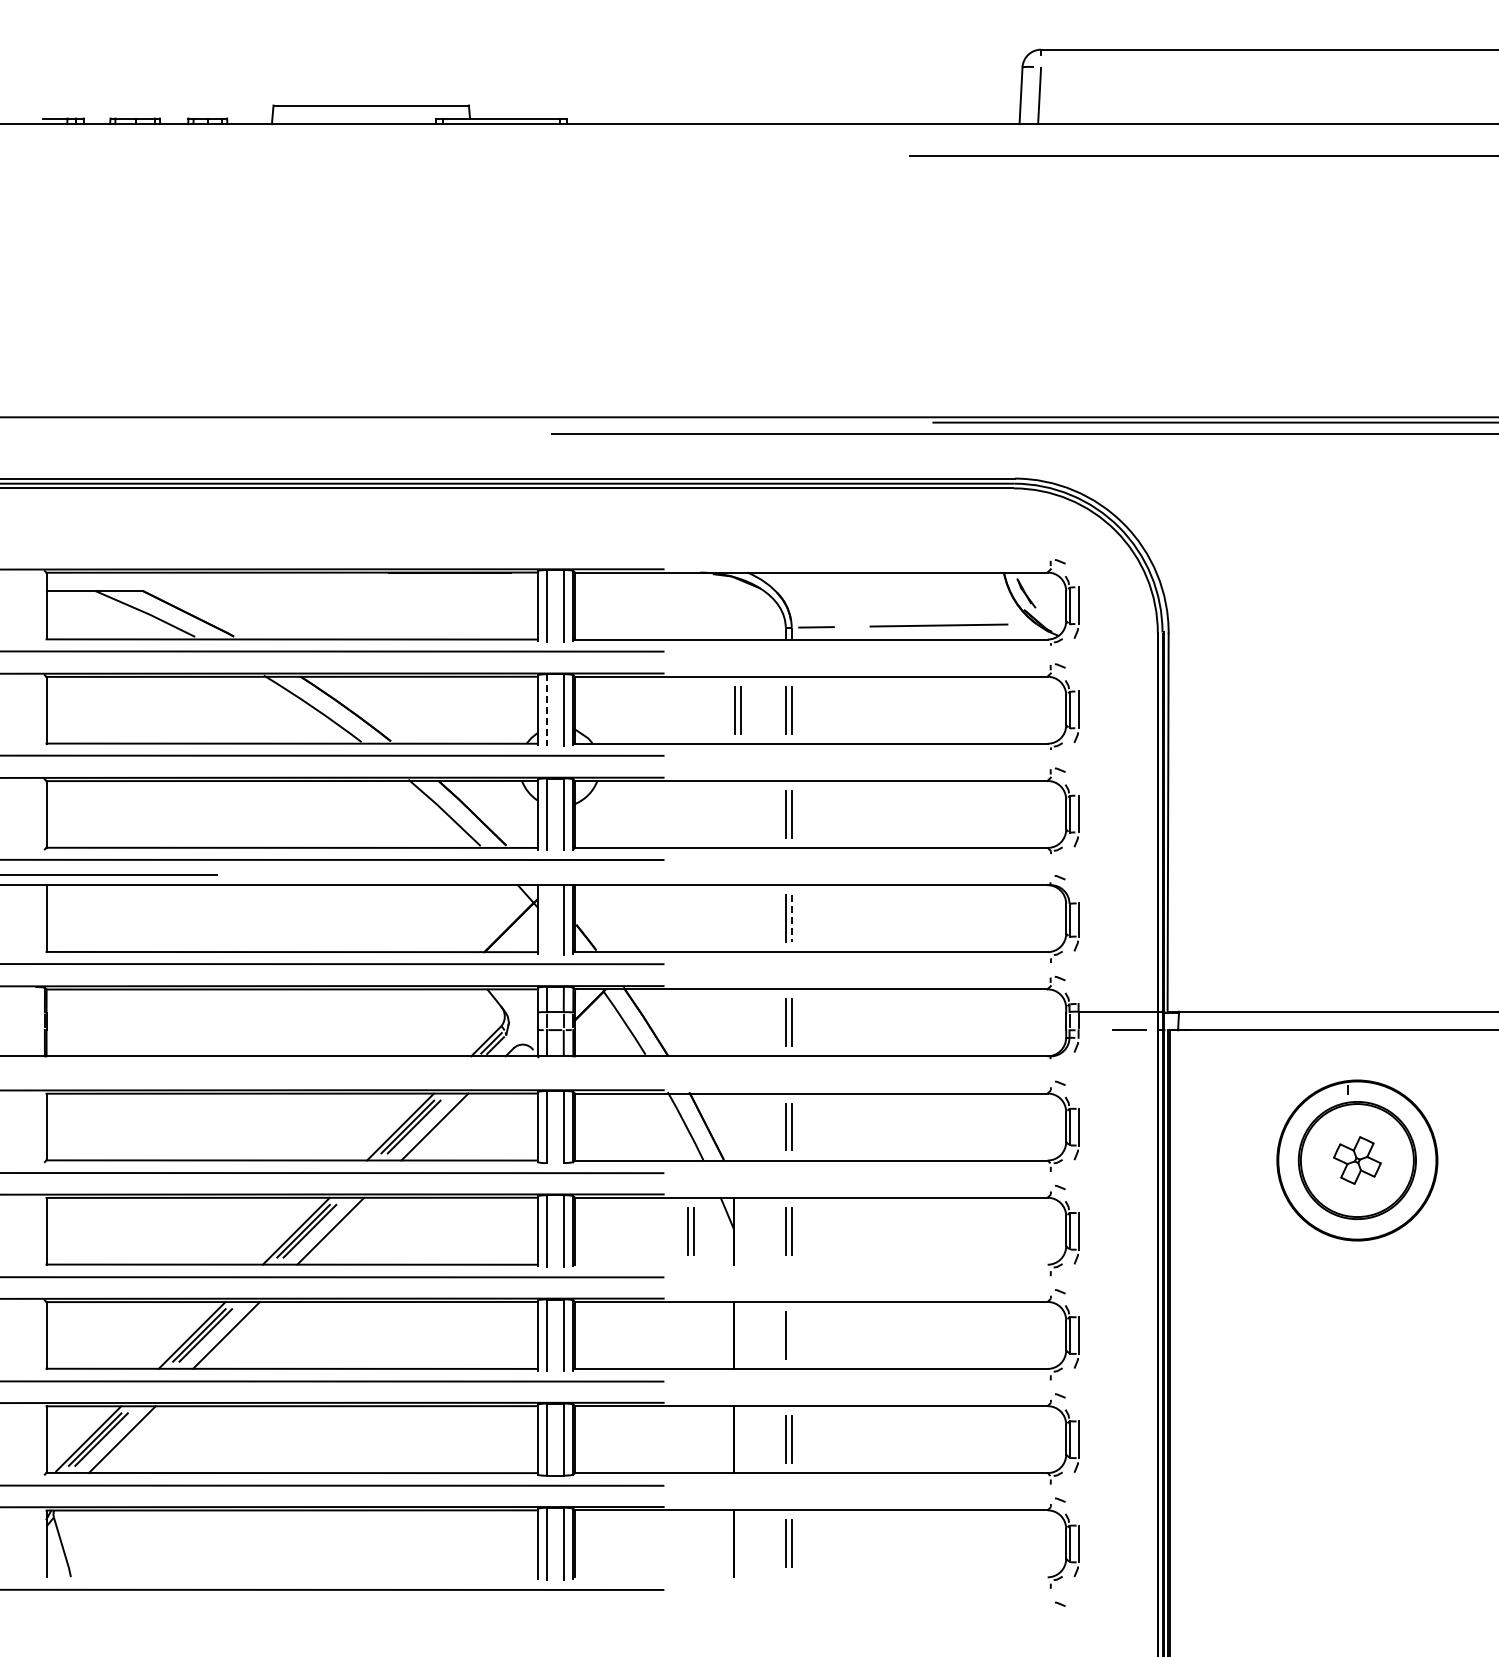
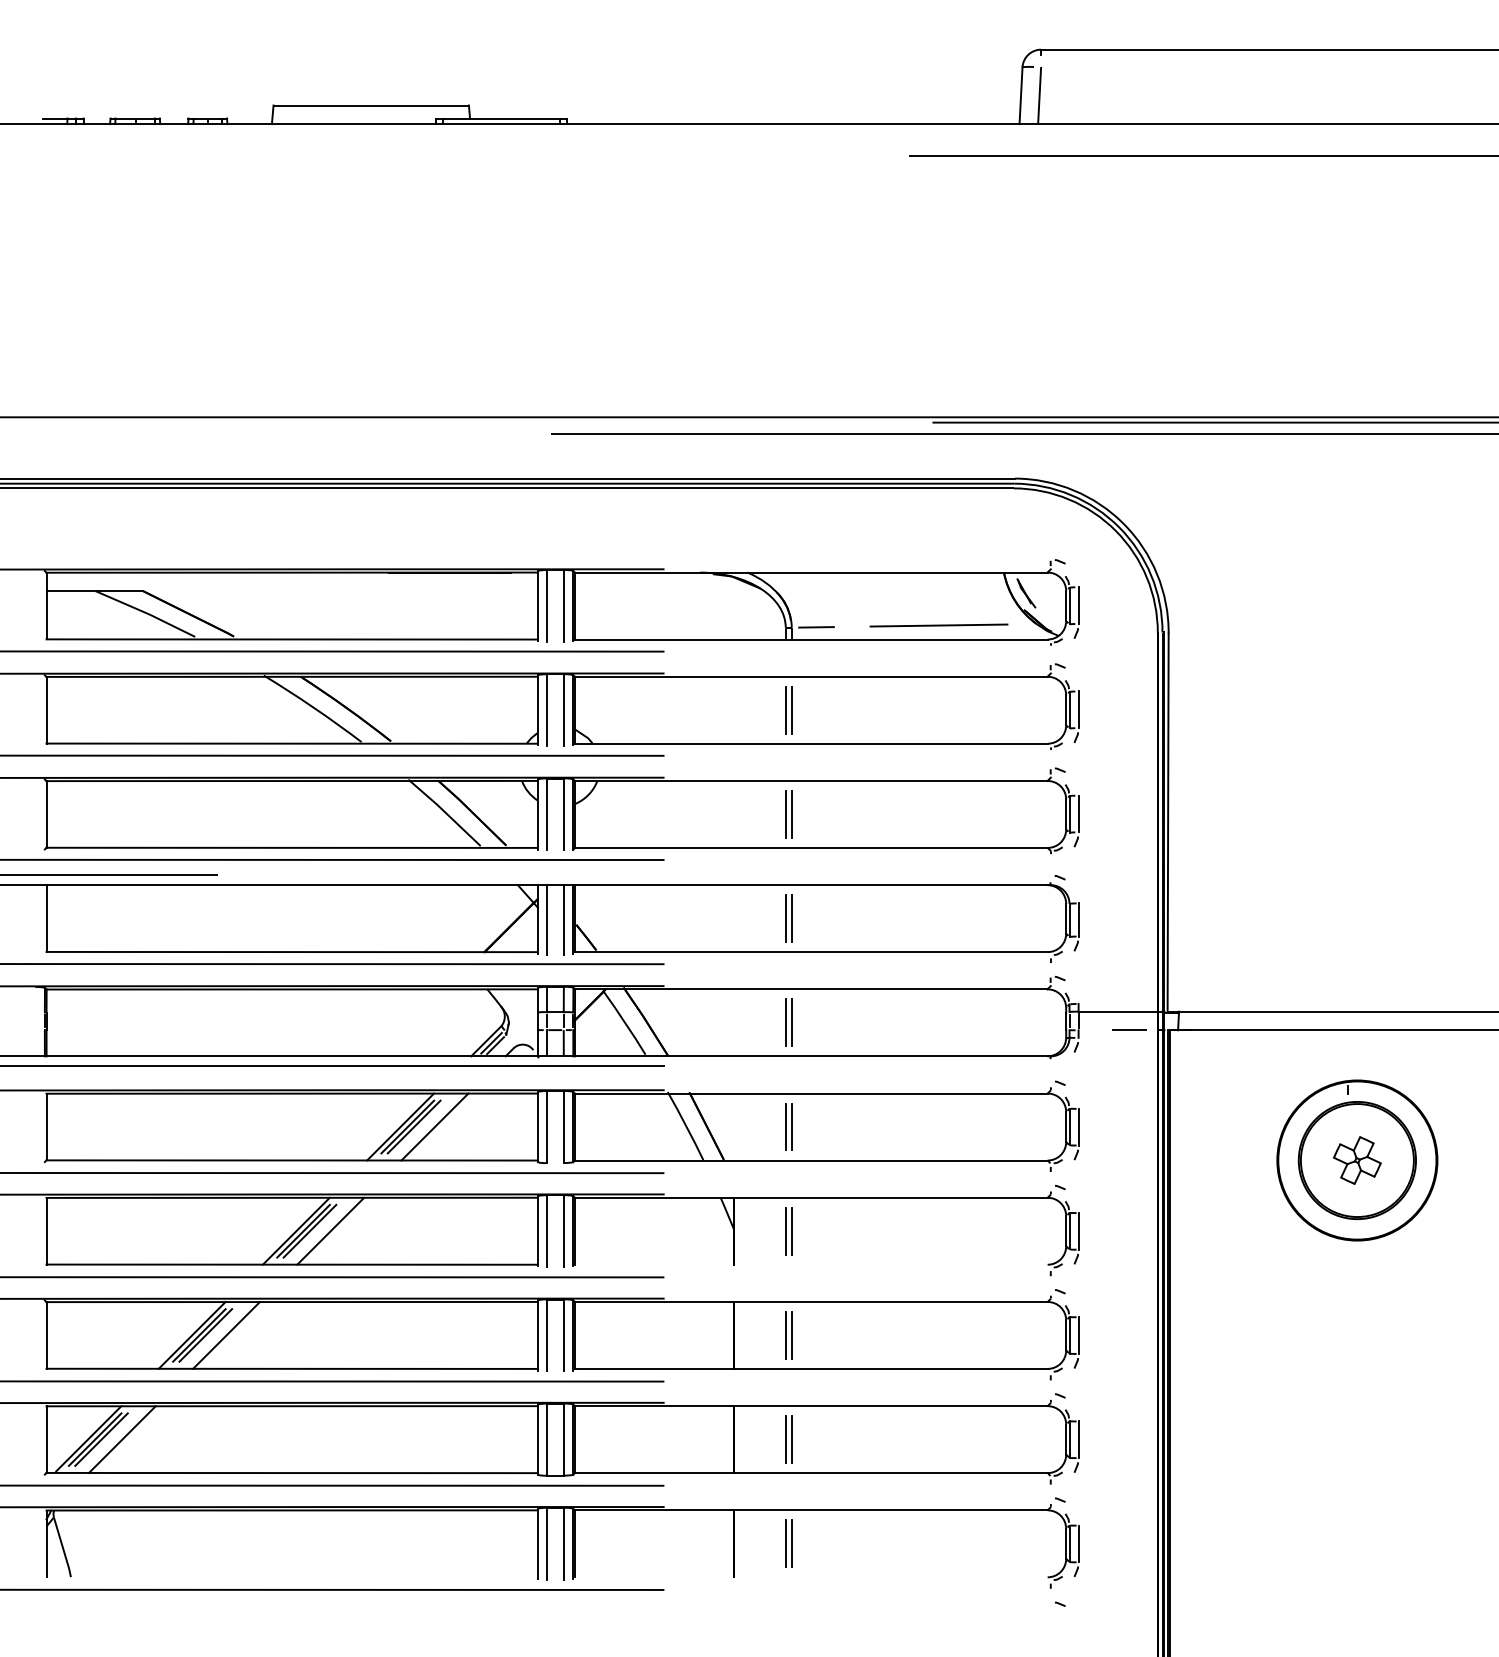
line at (546, 710): dashed -> solid
part at (737, 710): present -> none
line at (546, 919): none -> present
line at (791, 919): dashed -> solid
line at (333, 1065): none -> present
part at (690, 1231): present -> none
line at (791, 1335): none -> present
